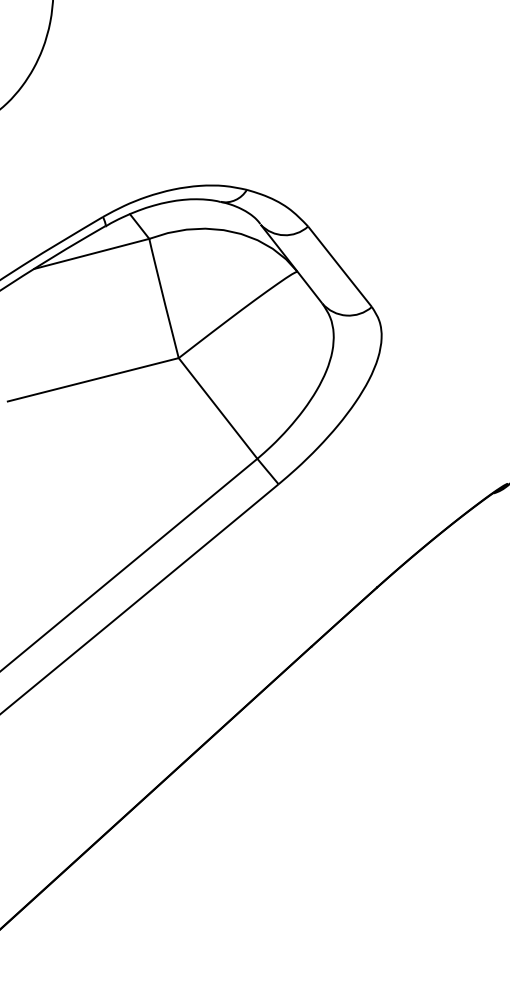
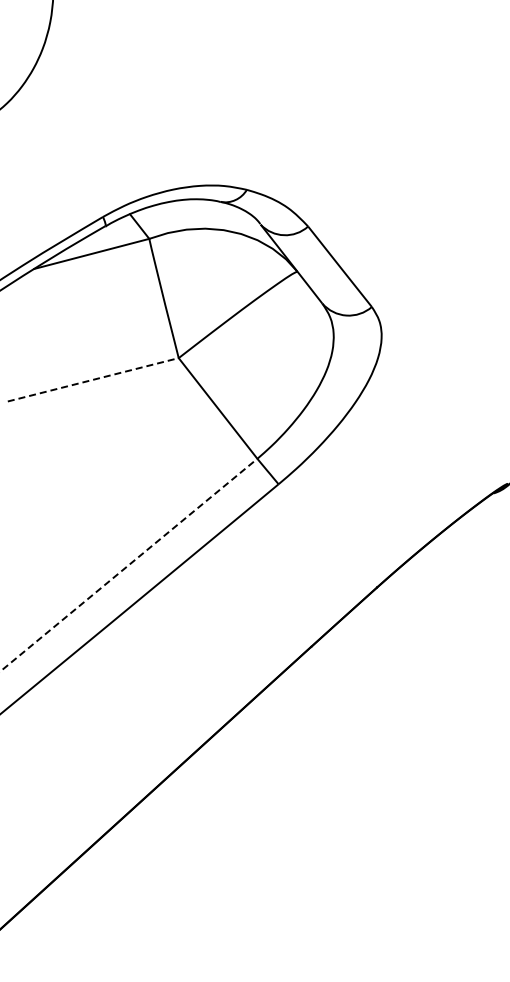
line at (93, 379): solid -> dashed
line at (128, 565): solid -> dashed
